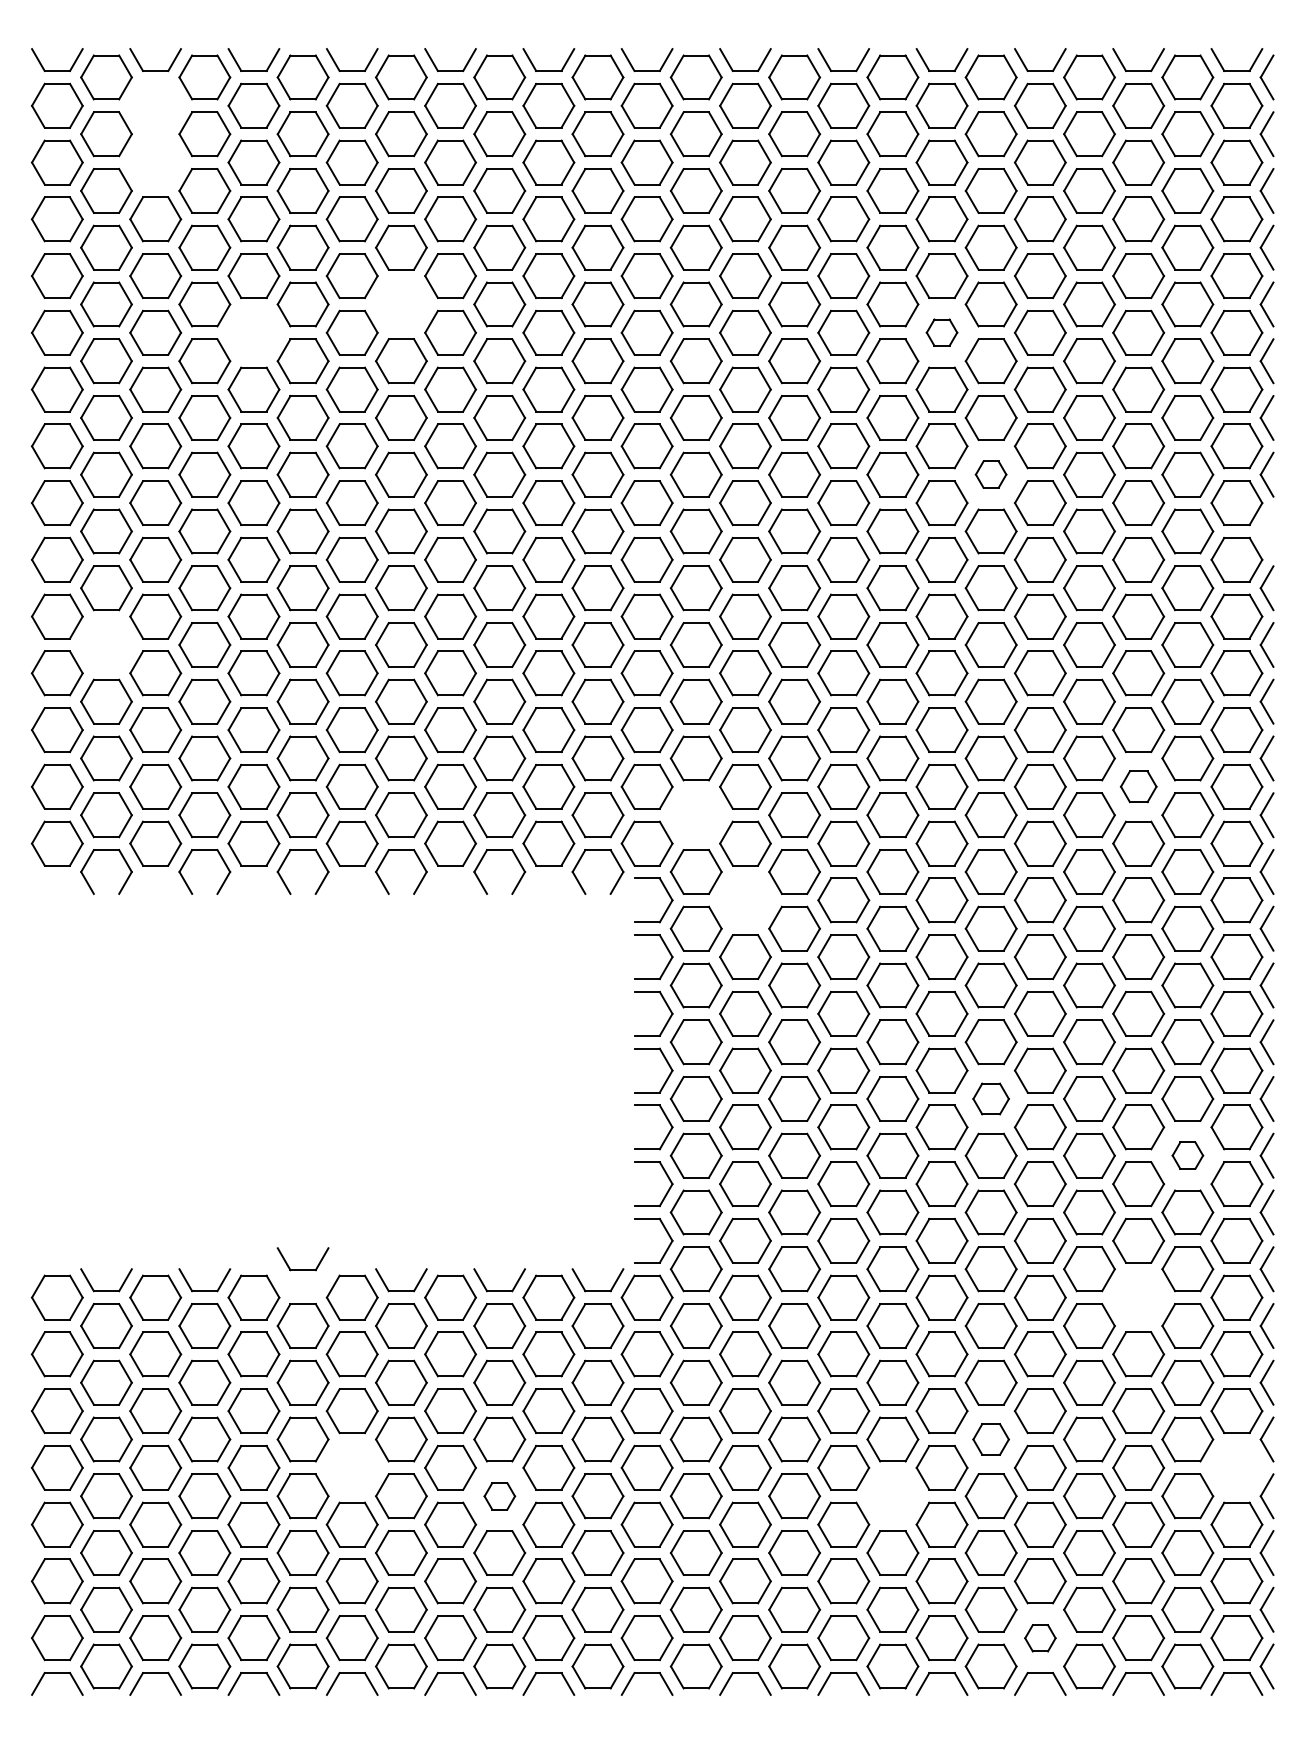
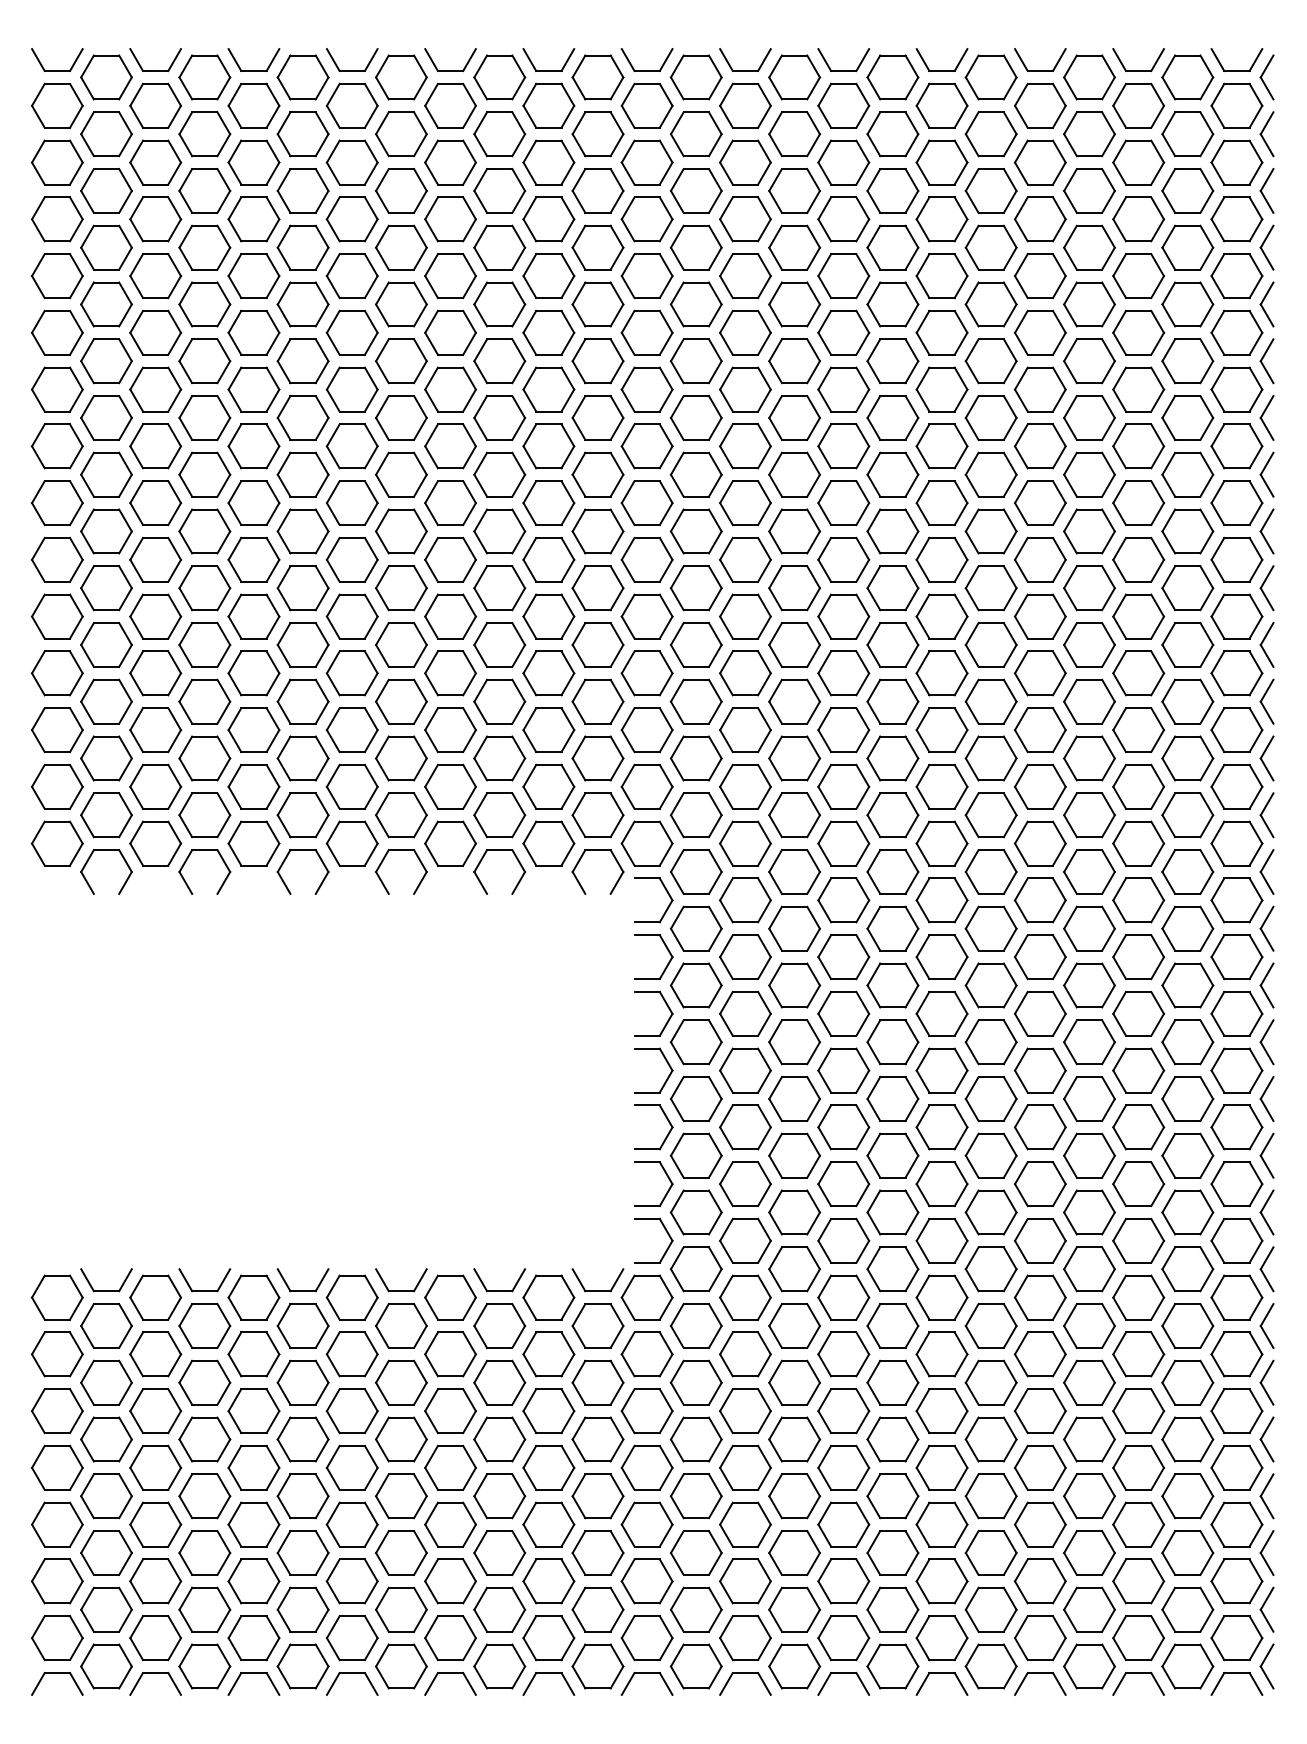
part at (155, 105): none -> present
part at (155, 162): none -> present
part at (401, 304): none -> present
part at (253, 332): none -> present
part at (941, 332) size: 34x29 px -> 54x47 px
part at (990, 474) size: 34x29 px -> 54x47 px
part at (1266, 531): none -> present
part at (106, 644): none -> present
part at (1138, 786) size: 39x34 px -> 54x47 px
part at (695, 815): none -> present
part at (745, 900): none -> present
part at (990, 1098) size: 38x34 px -> 54x46 px
part at (1187, 1155) size: 34x29 px -> 54x47 px
part at (302, 1269) position: (302, 1269) -> (302, 1290)
part at (1138, 1297): none -> present
part at (990, 1439) size: 38x33 px -> 54x47 px
part at (351, 1467): none -> present
part at (1236, 1467): none -> present
part at (499, 1496) size: 34x29 px -> 54x47 px
part at (892, 1496): none -> present
part at (1040, 1638) size: 33x29 px -> 53x47 px
